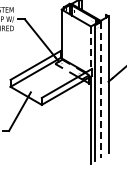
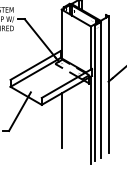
line at (90, 48): dashed -> solid
line at (100, 89): dashed -> solid
line at (61, 120): none -> present
